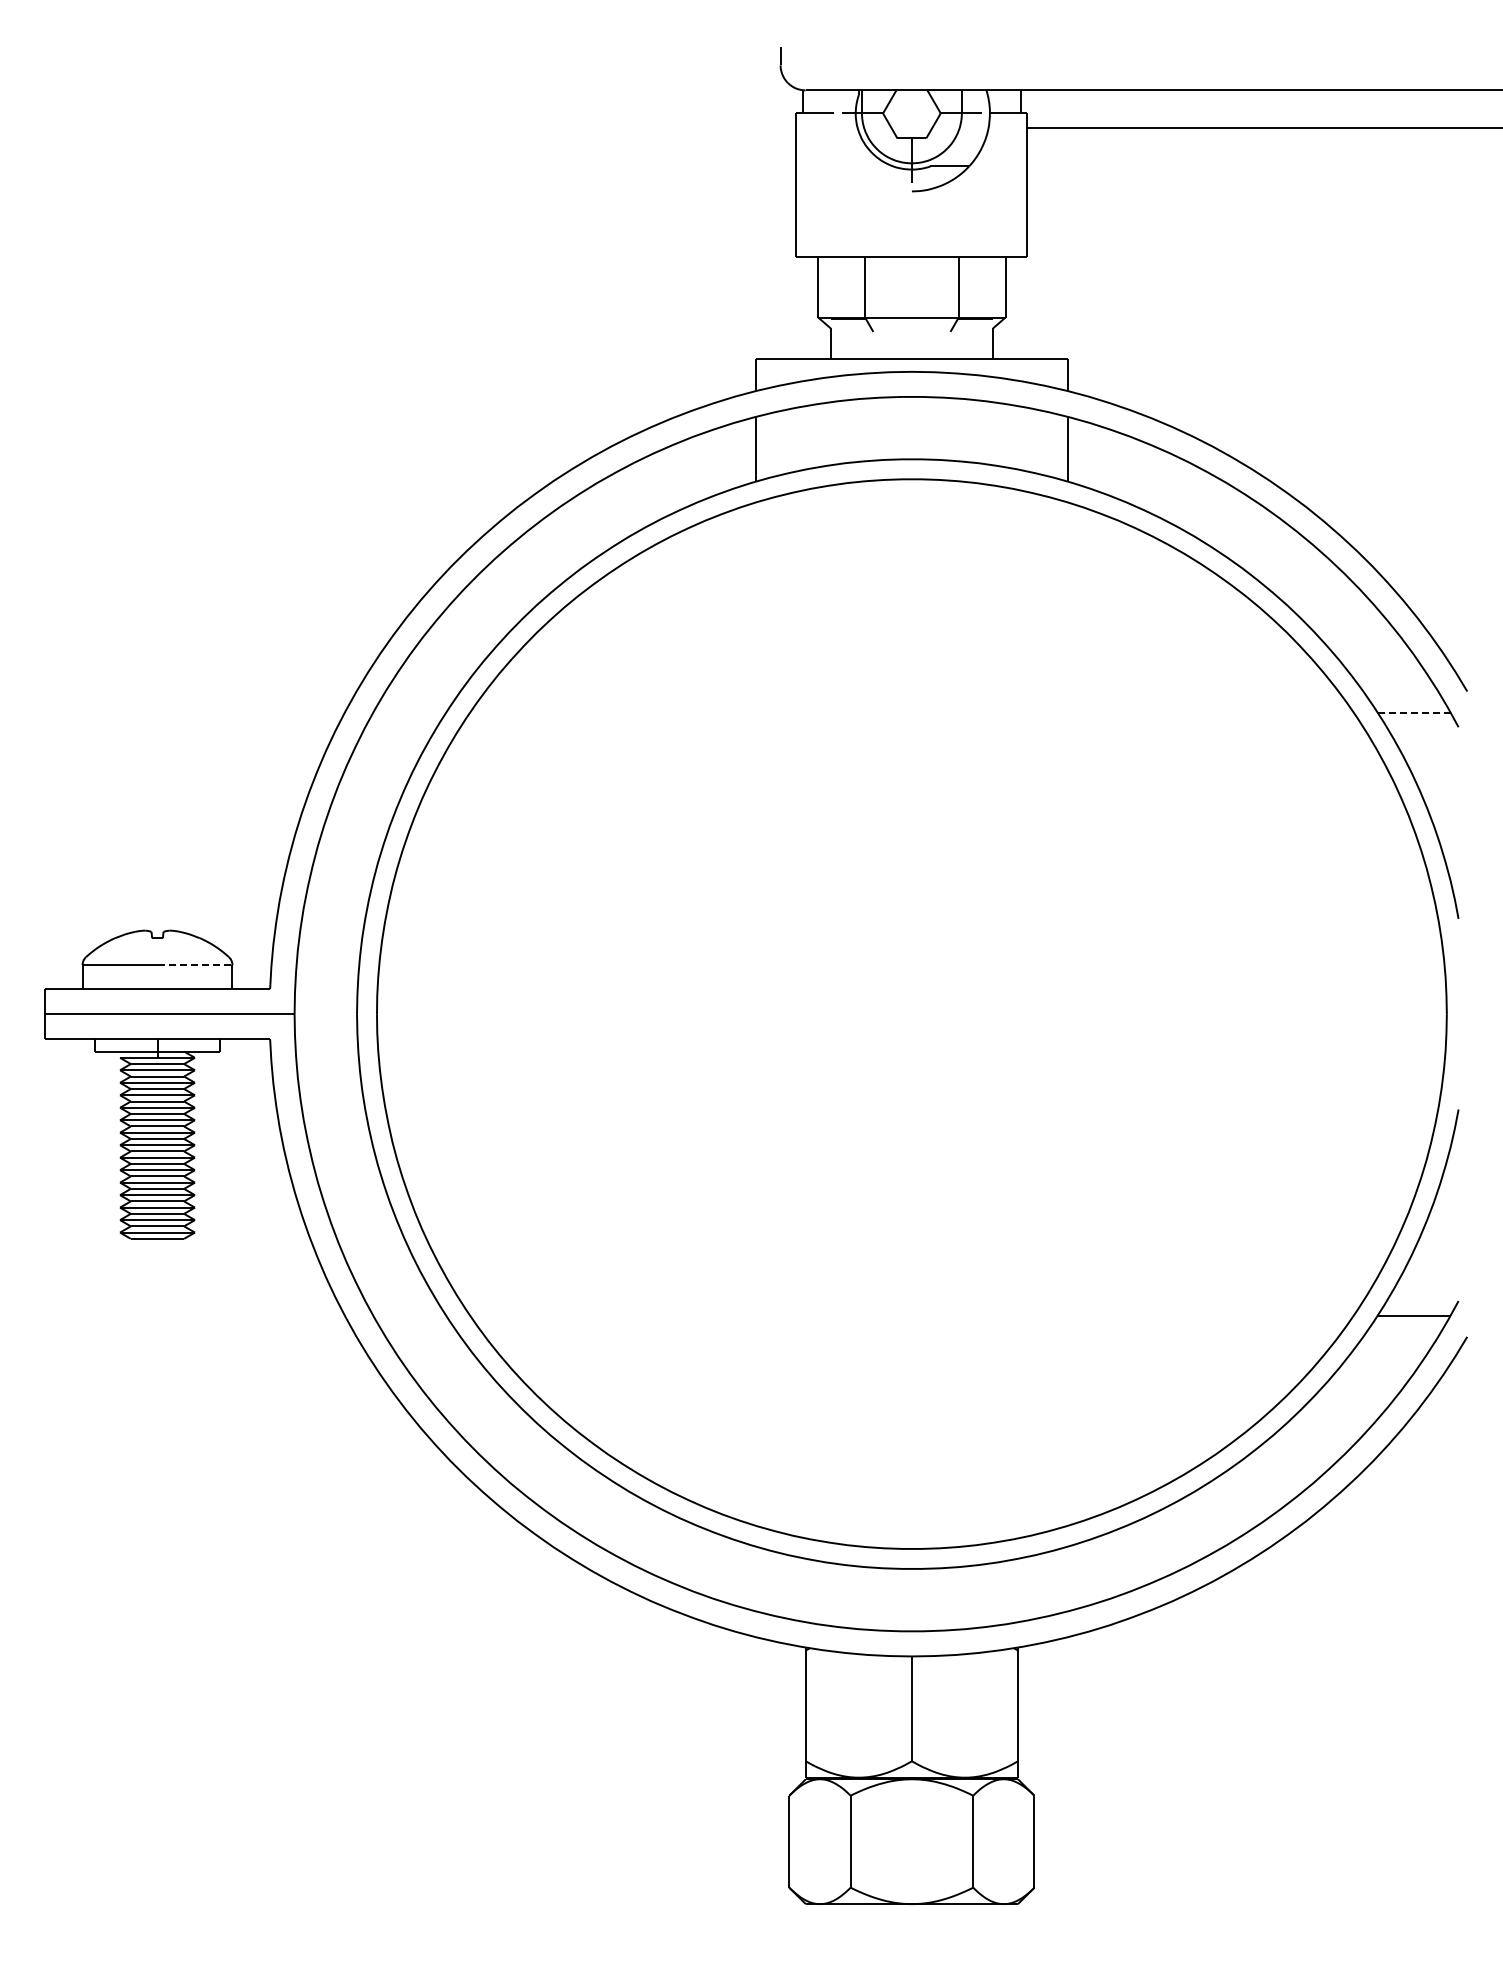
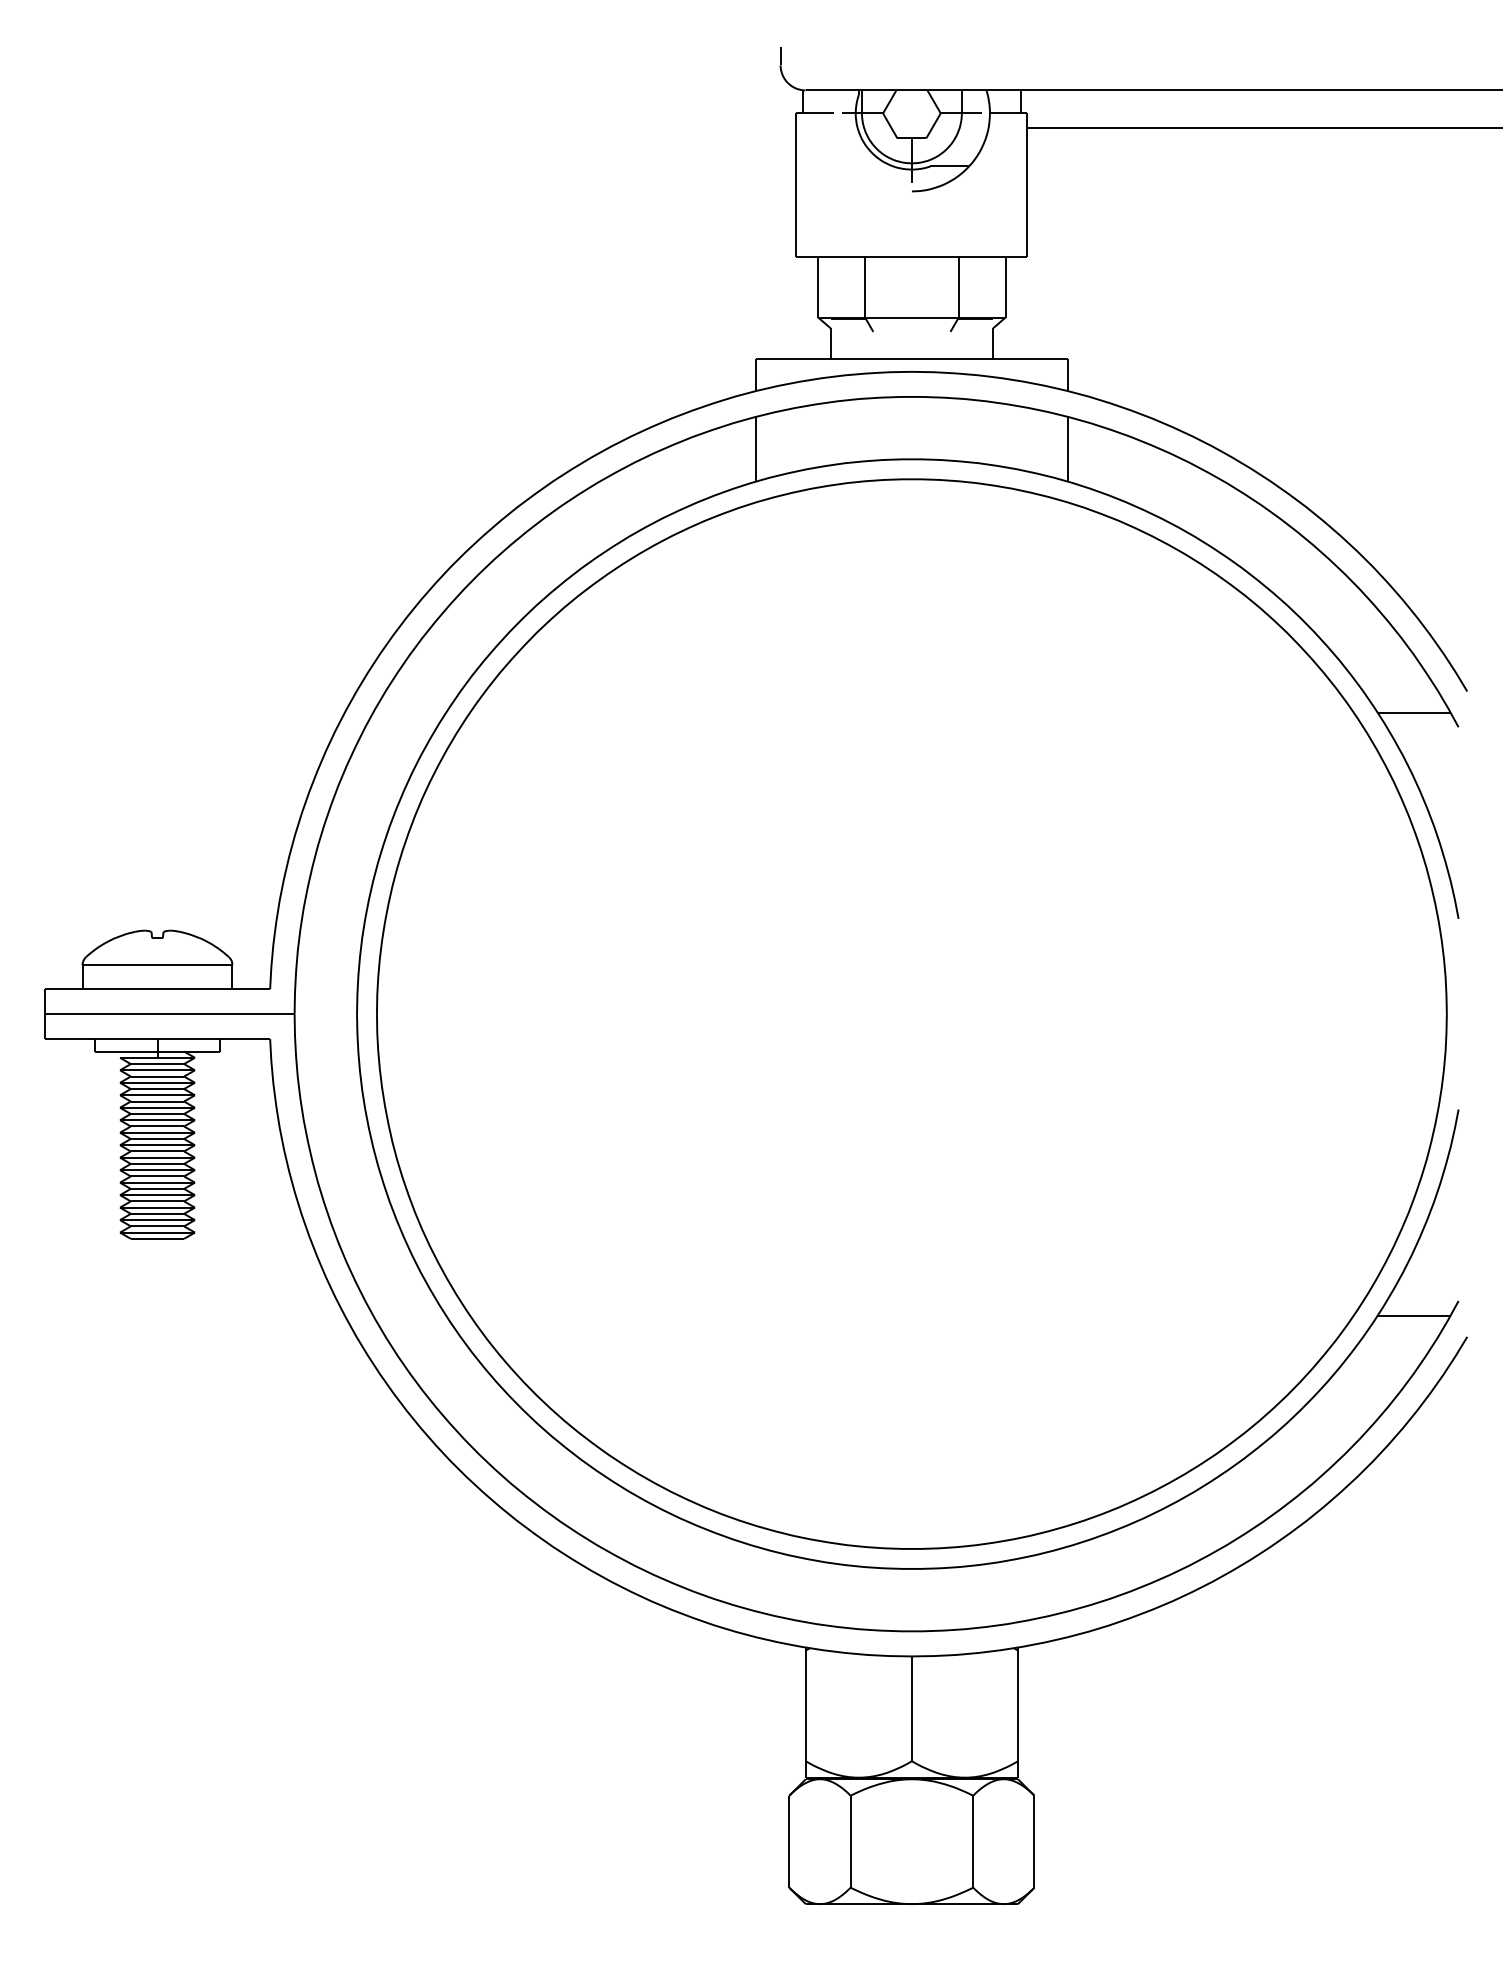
line at (1414, 712): dashed -> solid
line at (195, 965): dashed -> solid
